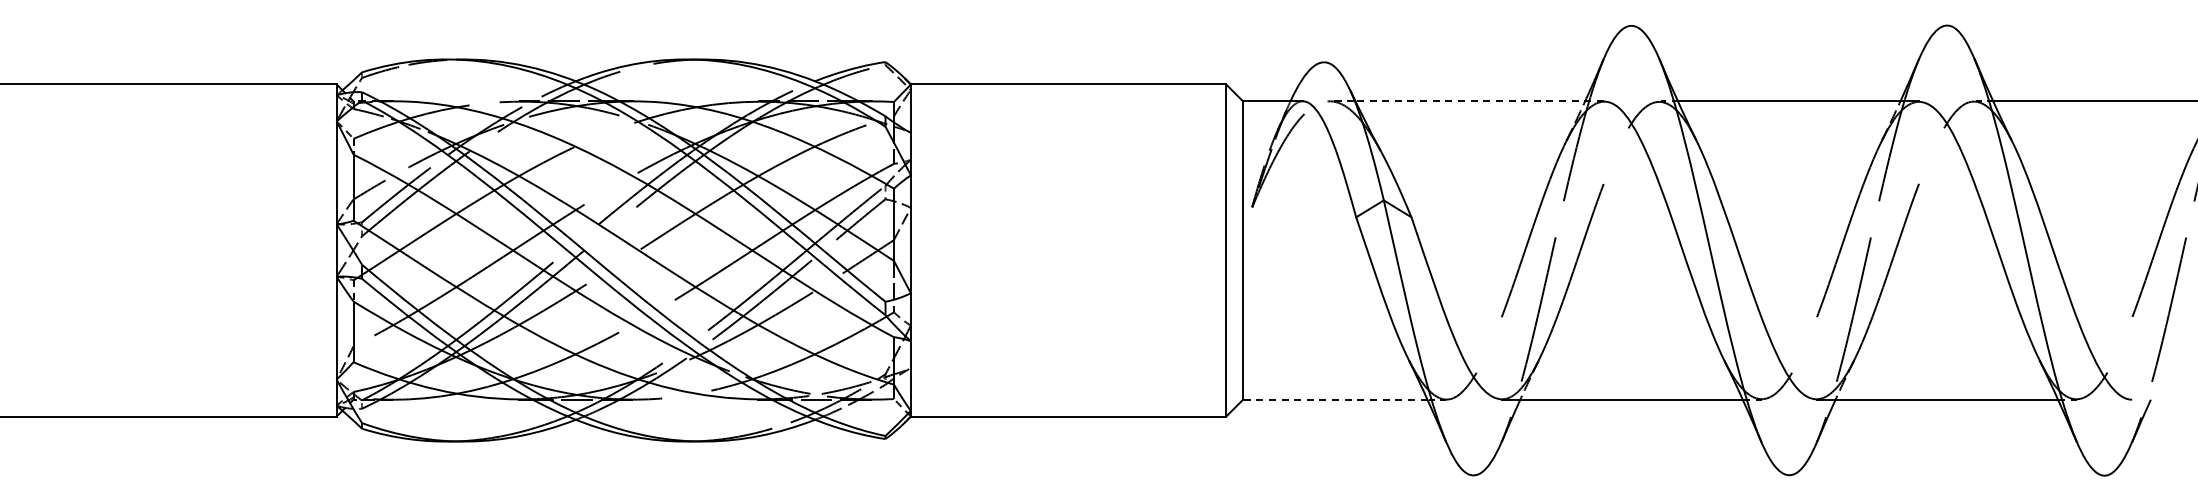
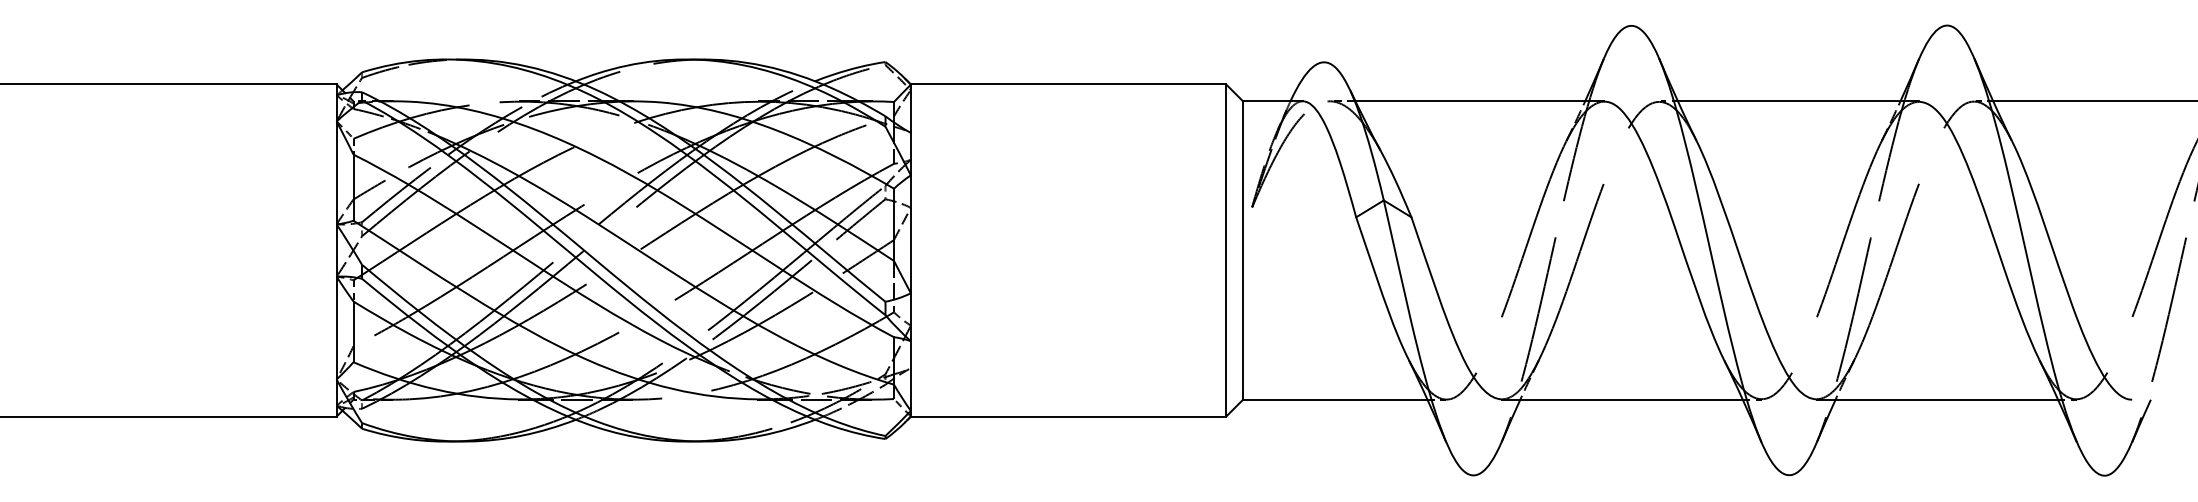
line at (1479, 101): dashed -> solid
line at (1334, 399): dashed -> solid
